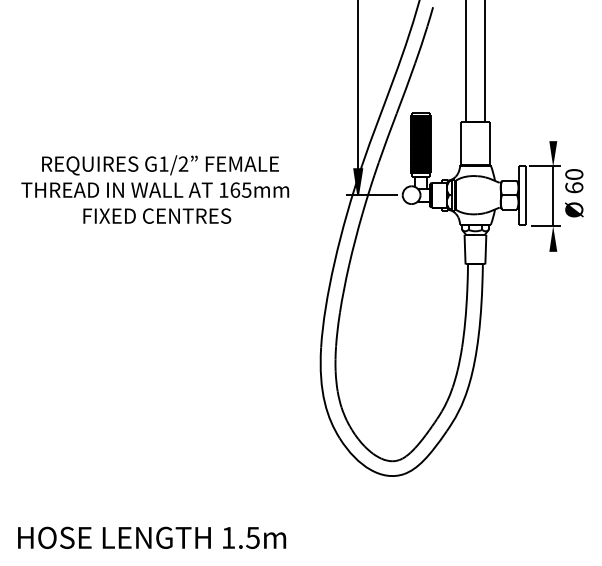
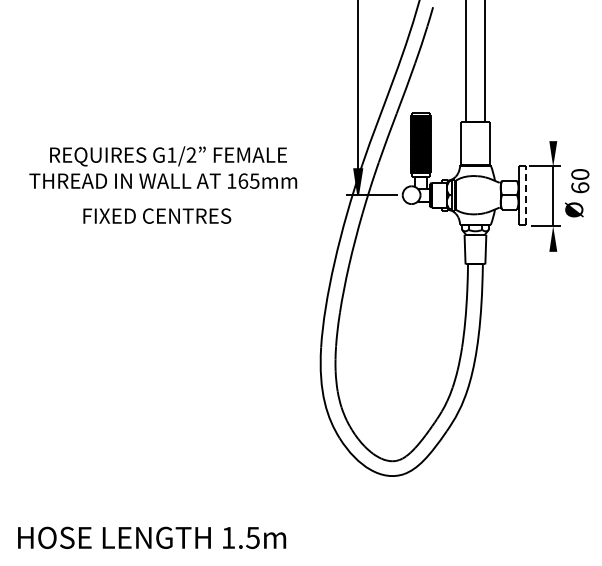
text at (155, 176) position: (155, 176) -> (163, 167)
text at (574, 181) position: (574, 181) -> (580, 181)
line at (526, 195): solid -> dashed
